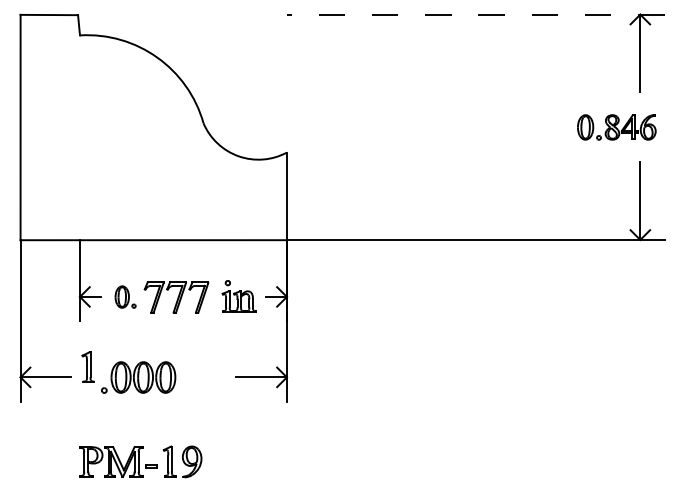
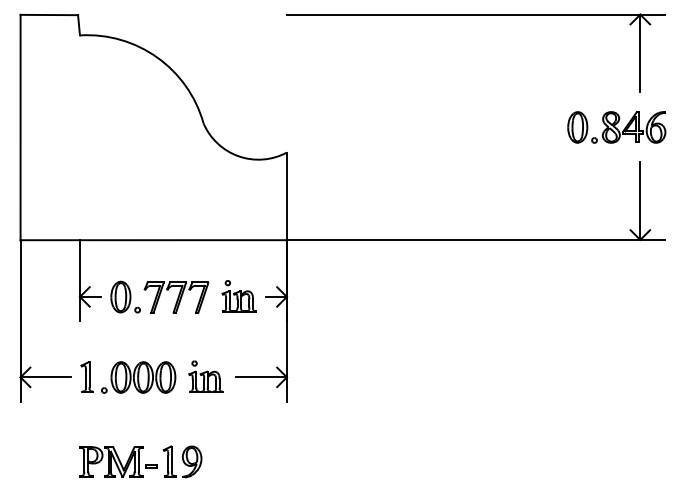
line at (475, 14): dashed -> solid
part at (616, 127) size: 80x27 px -> 100x33 px
part at (125, 296) size: 23x24 px -> 31x34 px
part at (87, 366) position: (87, 366) -> (86, 376)
part at (205, 376): none -> present
